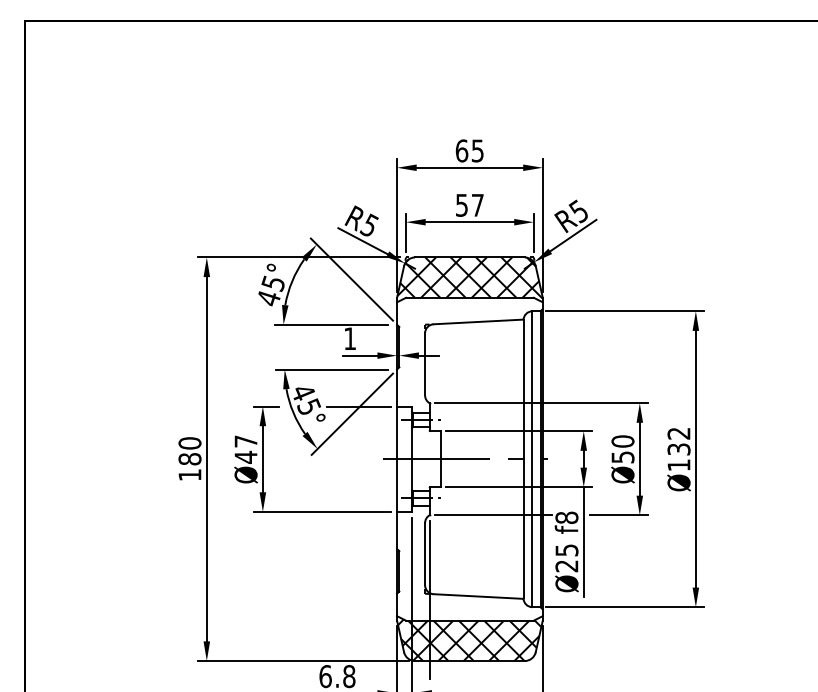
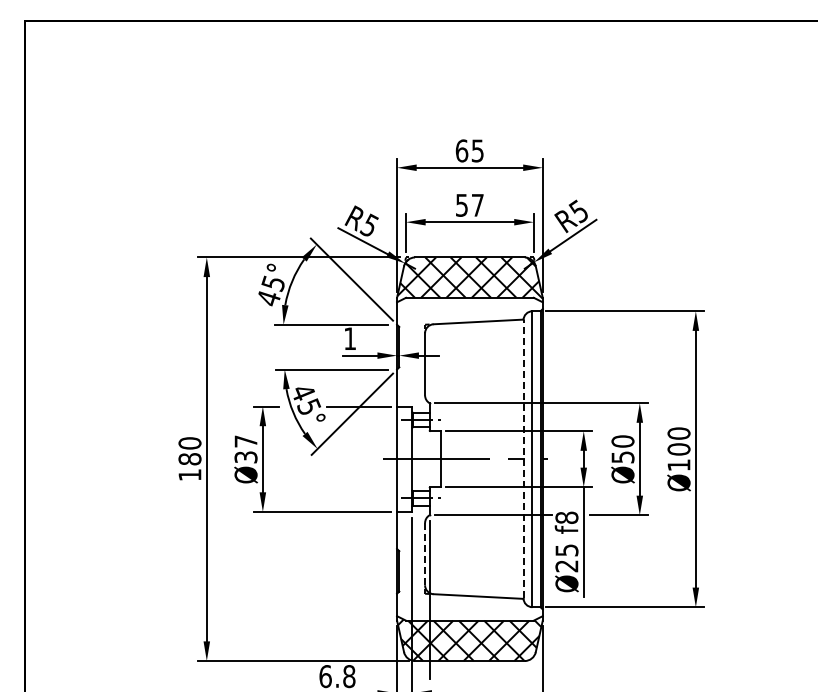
text at (678, 441): Ø132 -> Ø100
text at (245, 456): Ø47 -> Ø37
line at (523, 459): solid -> dashed
line at (425, 553): solid -> dashed
